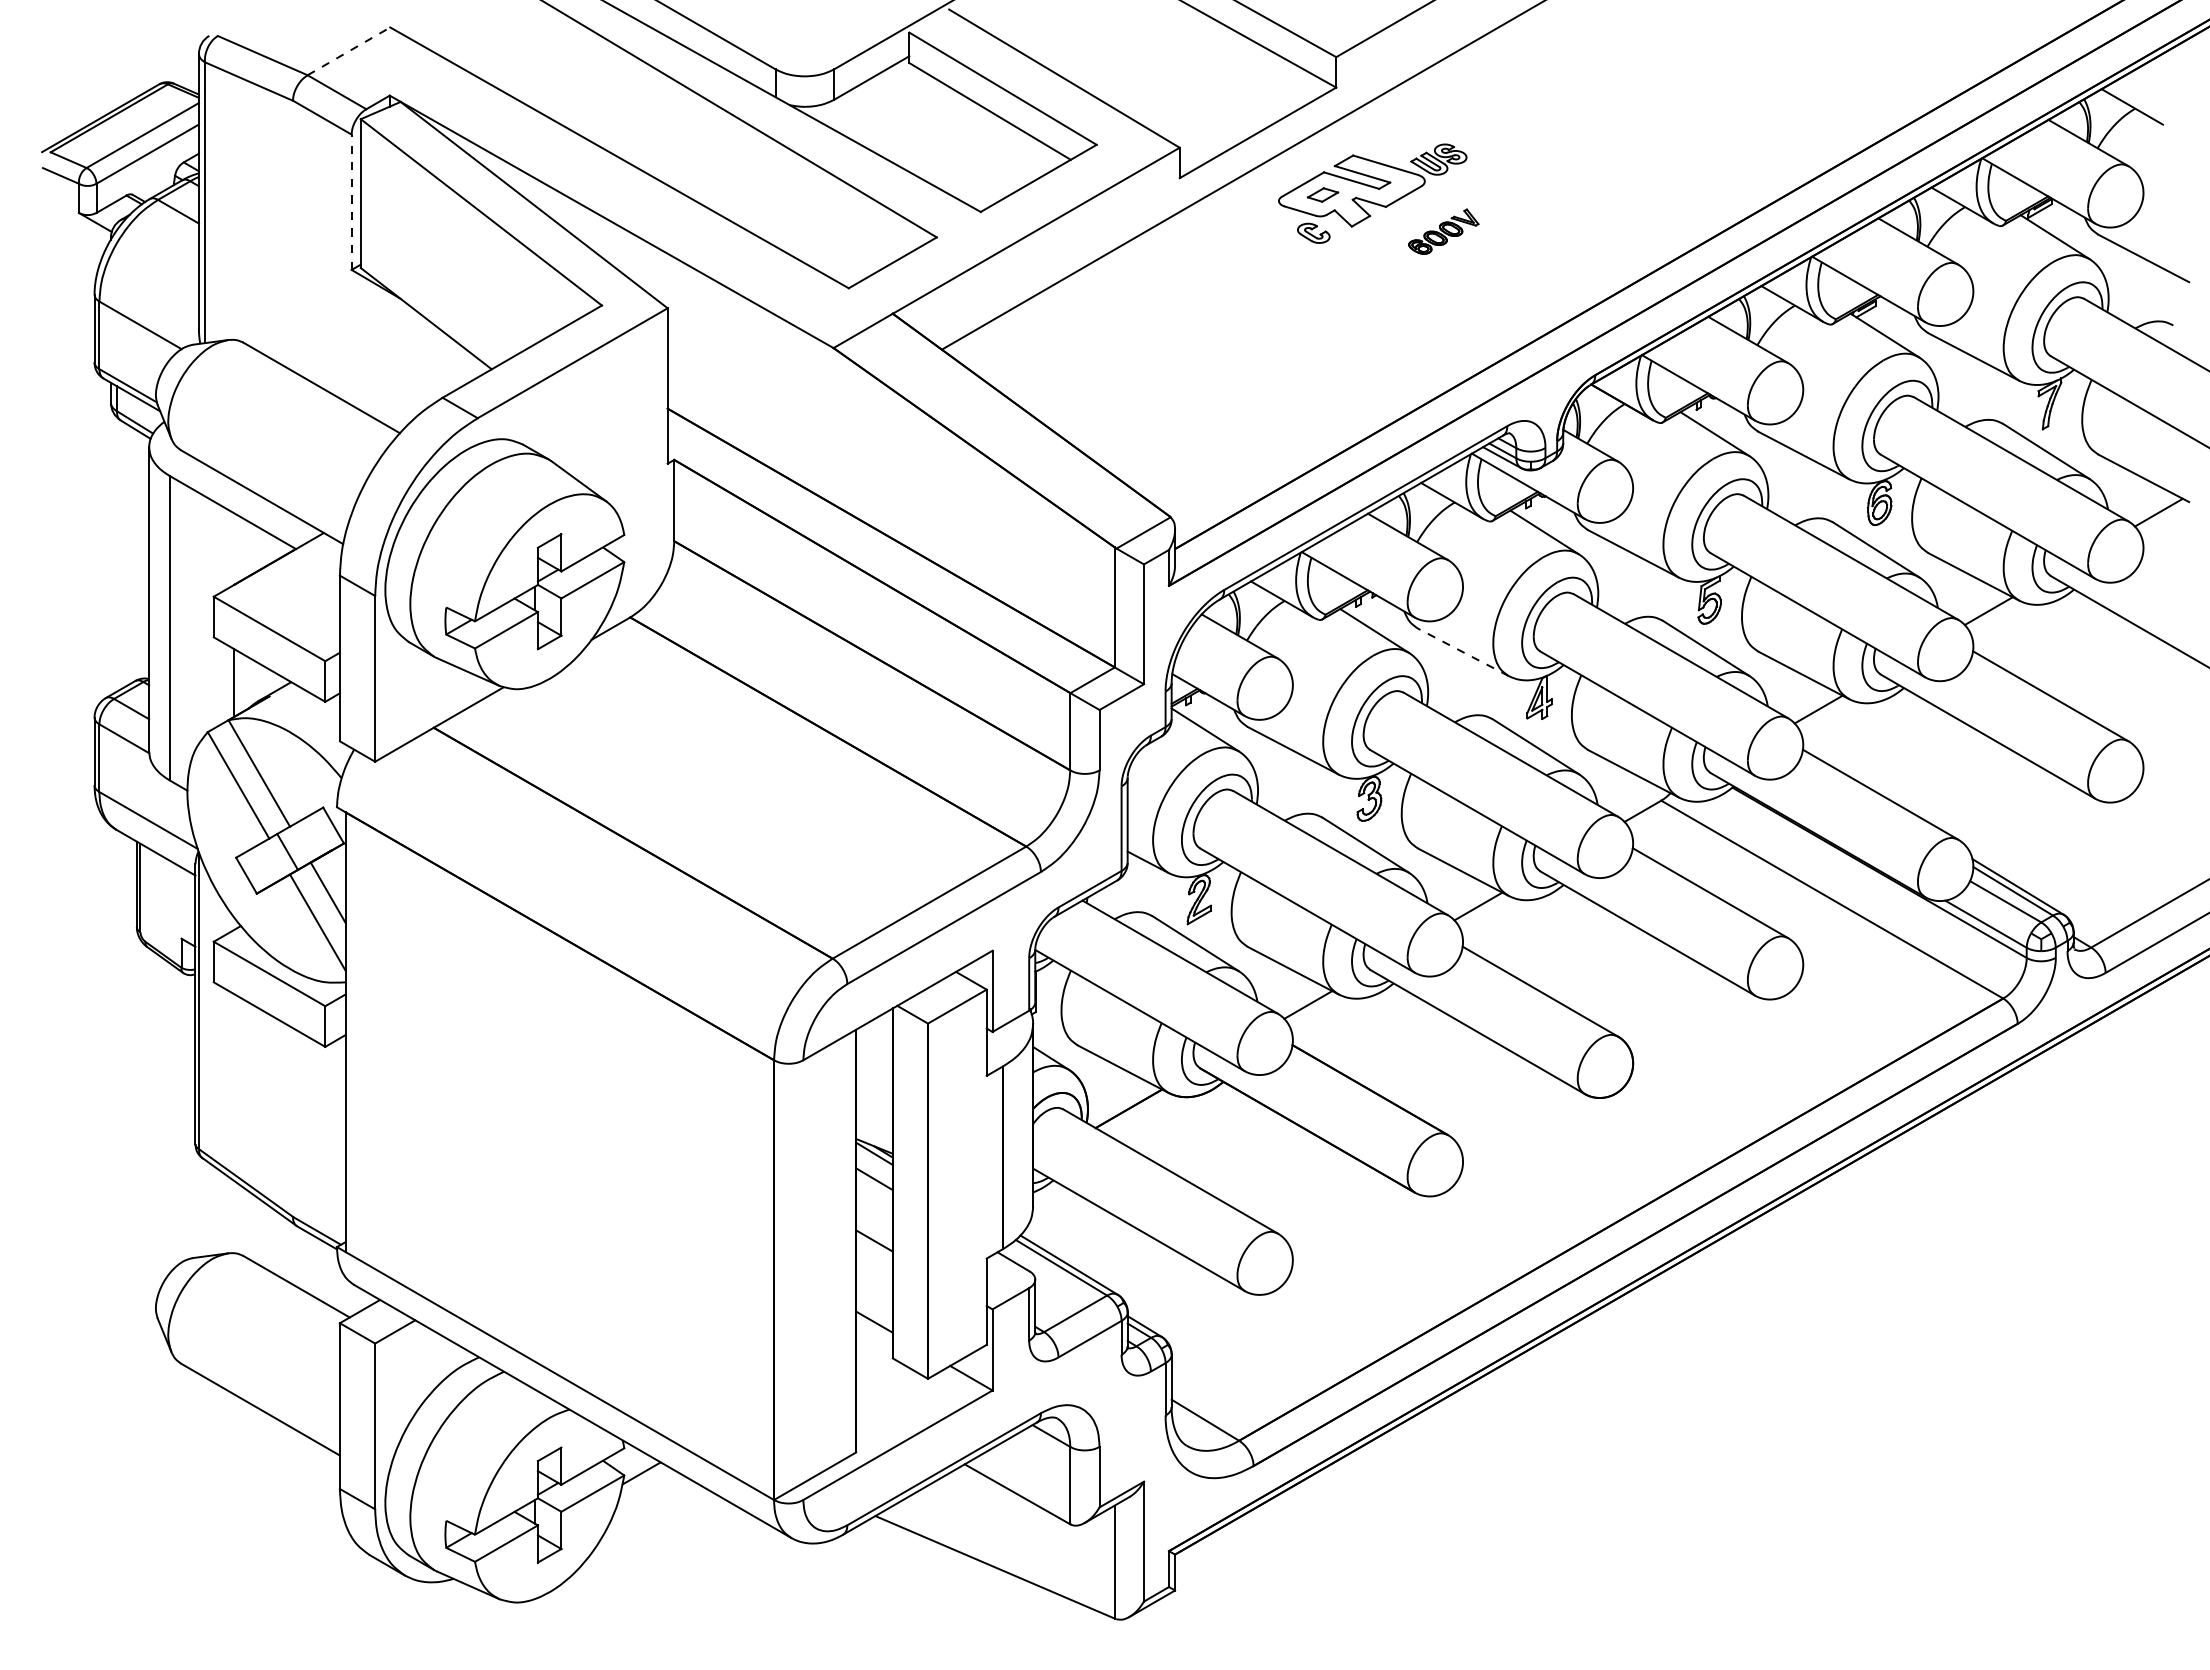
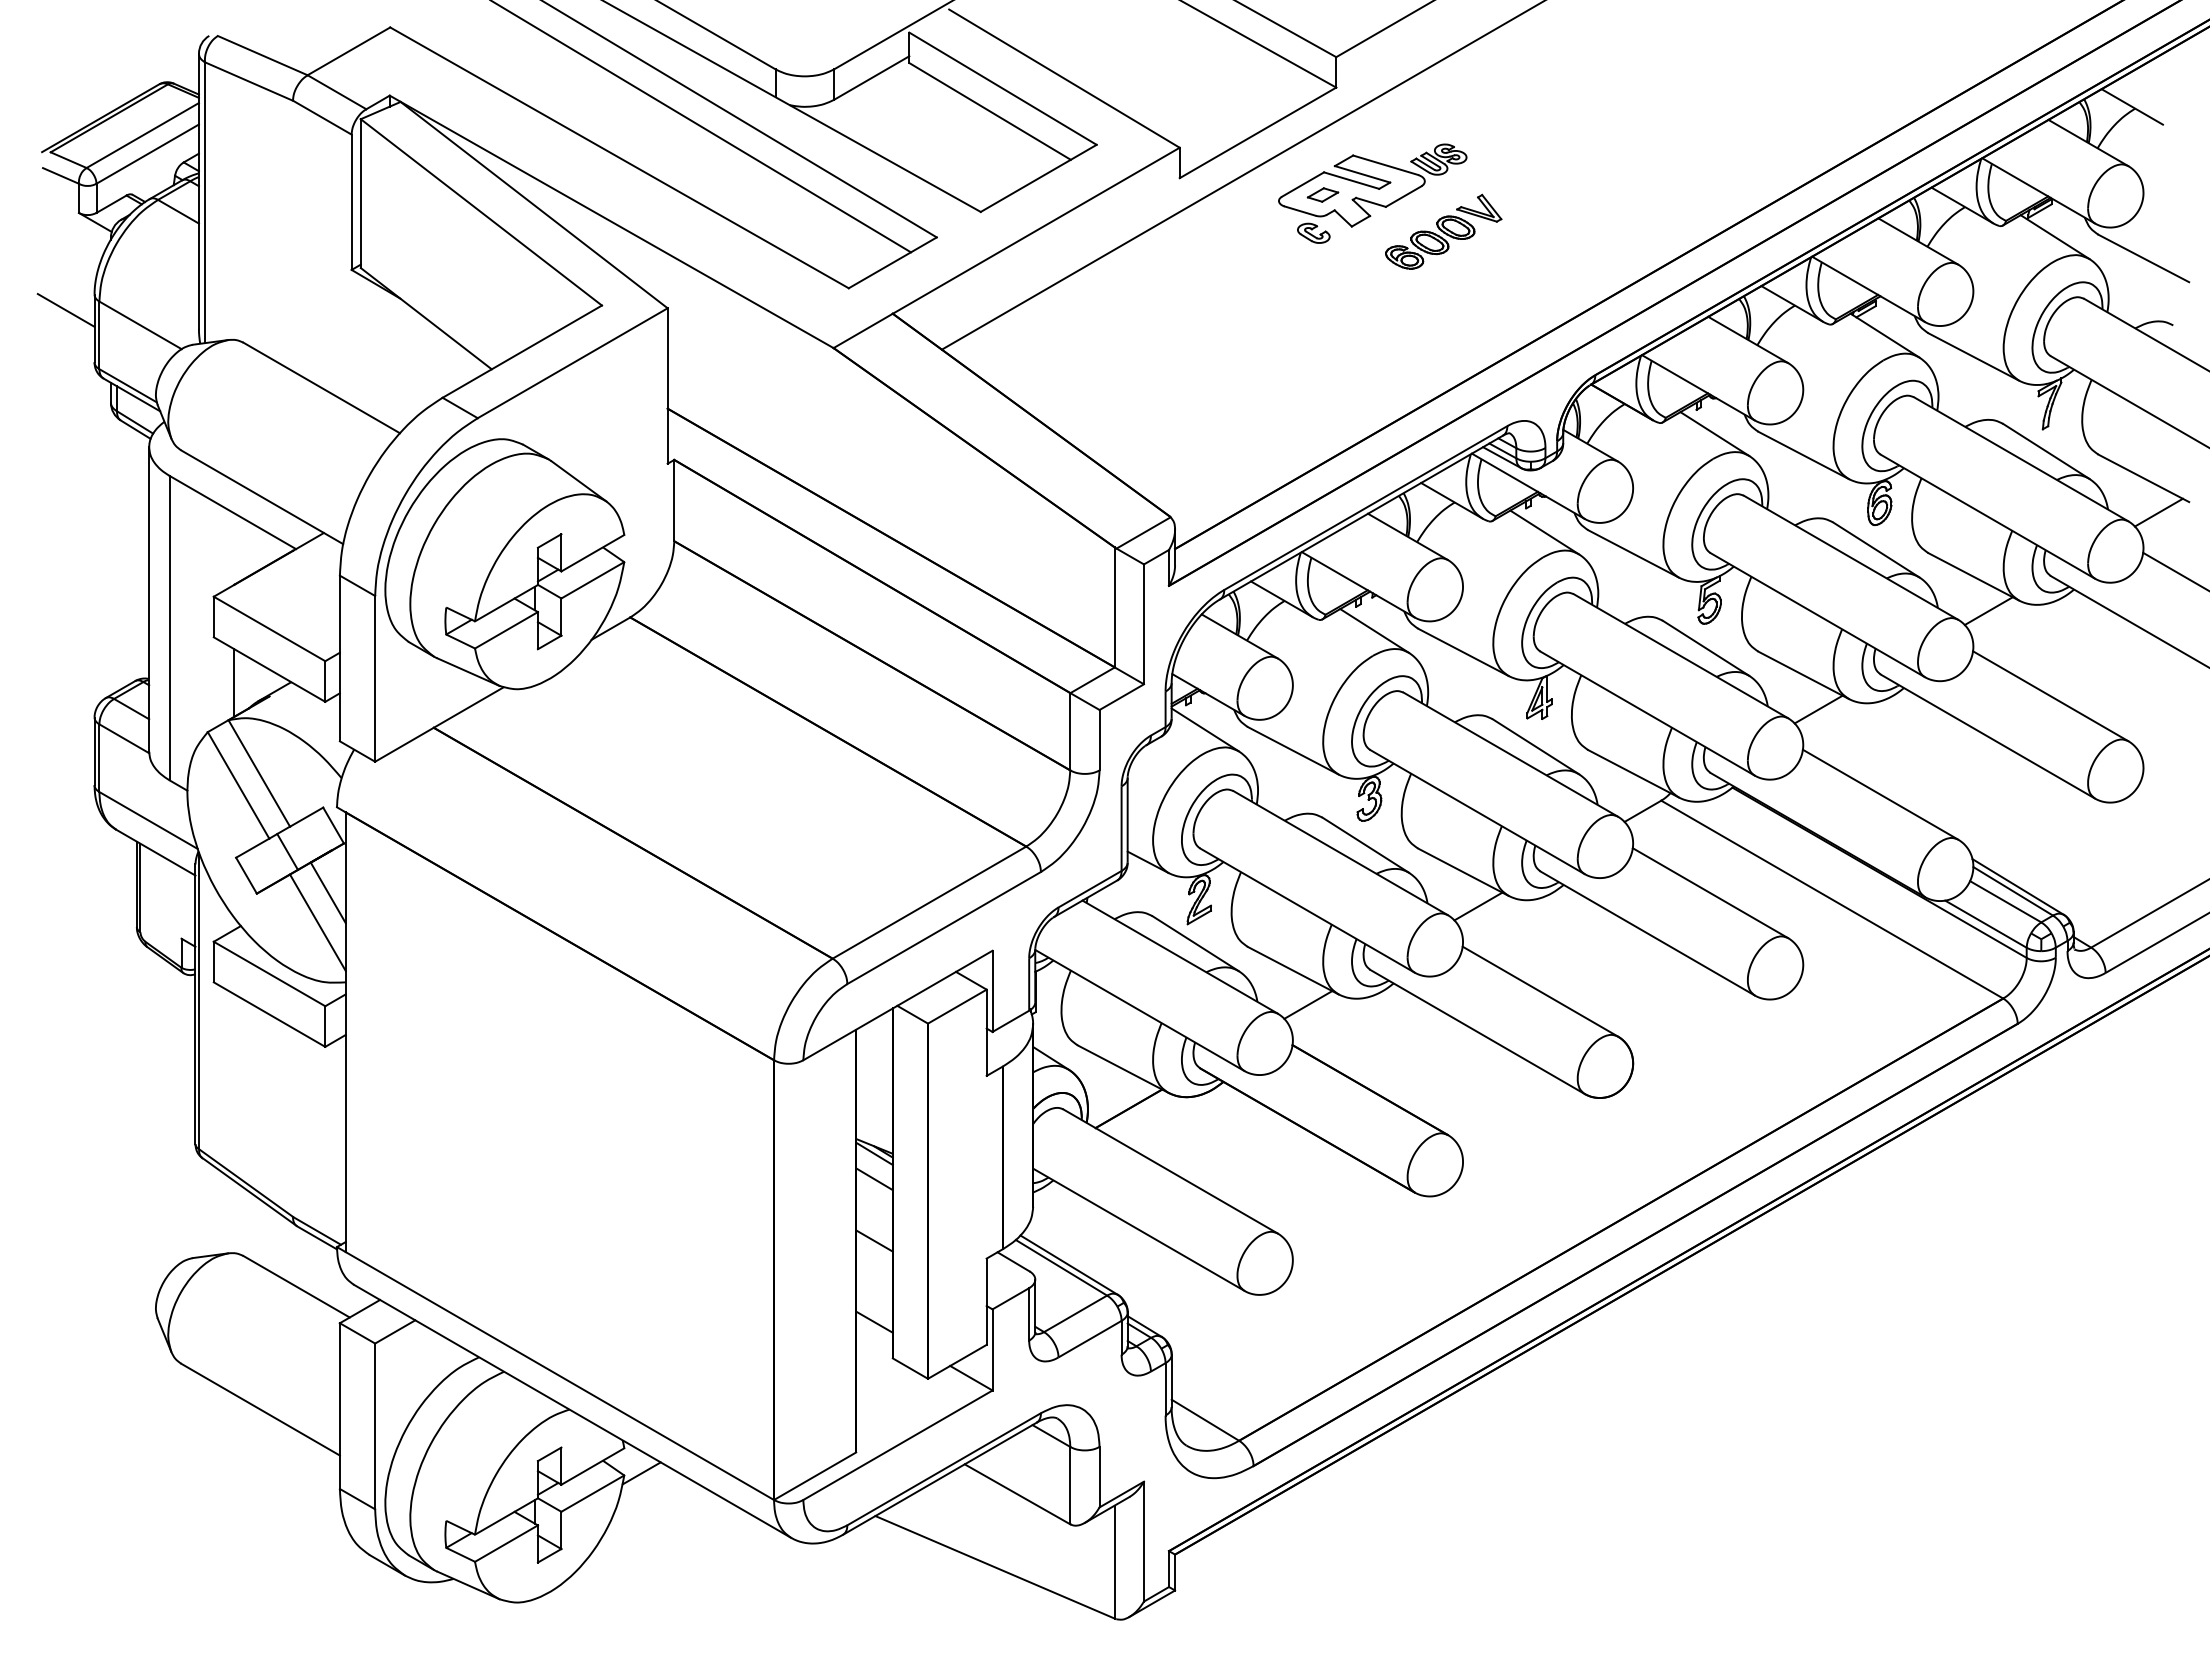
line at (348, 51): dashed -> solid
line at (702, 127): none -> present
line at (351, 202): dashed -> solid
part at (1443, 231) size: 72x47 px -> 118x77 px
line at (65, 310): none -> present
line at (2174, 570): none -> present
line at (1462, 652): dashed -> solid
